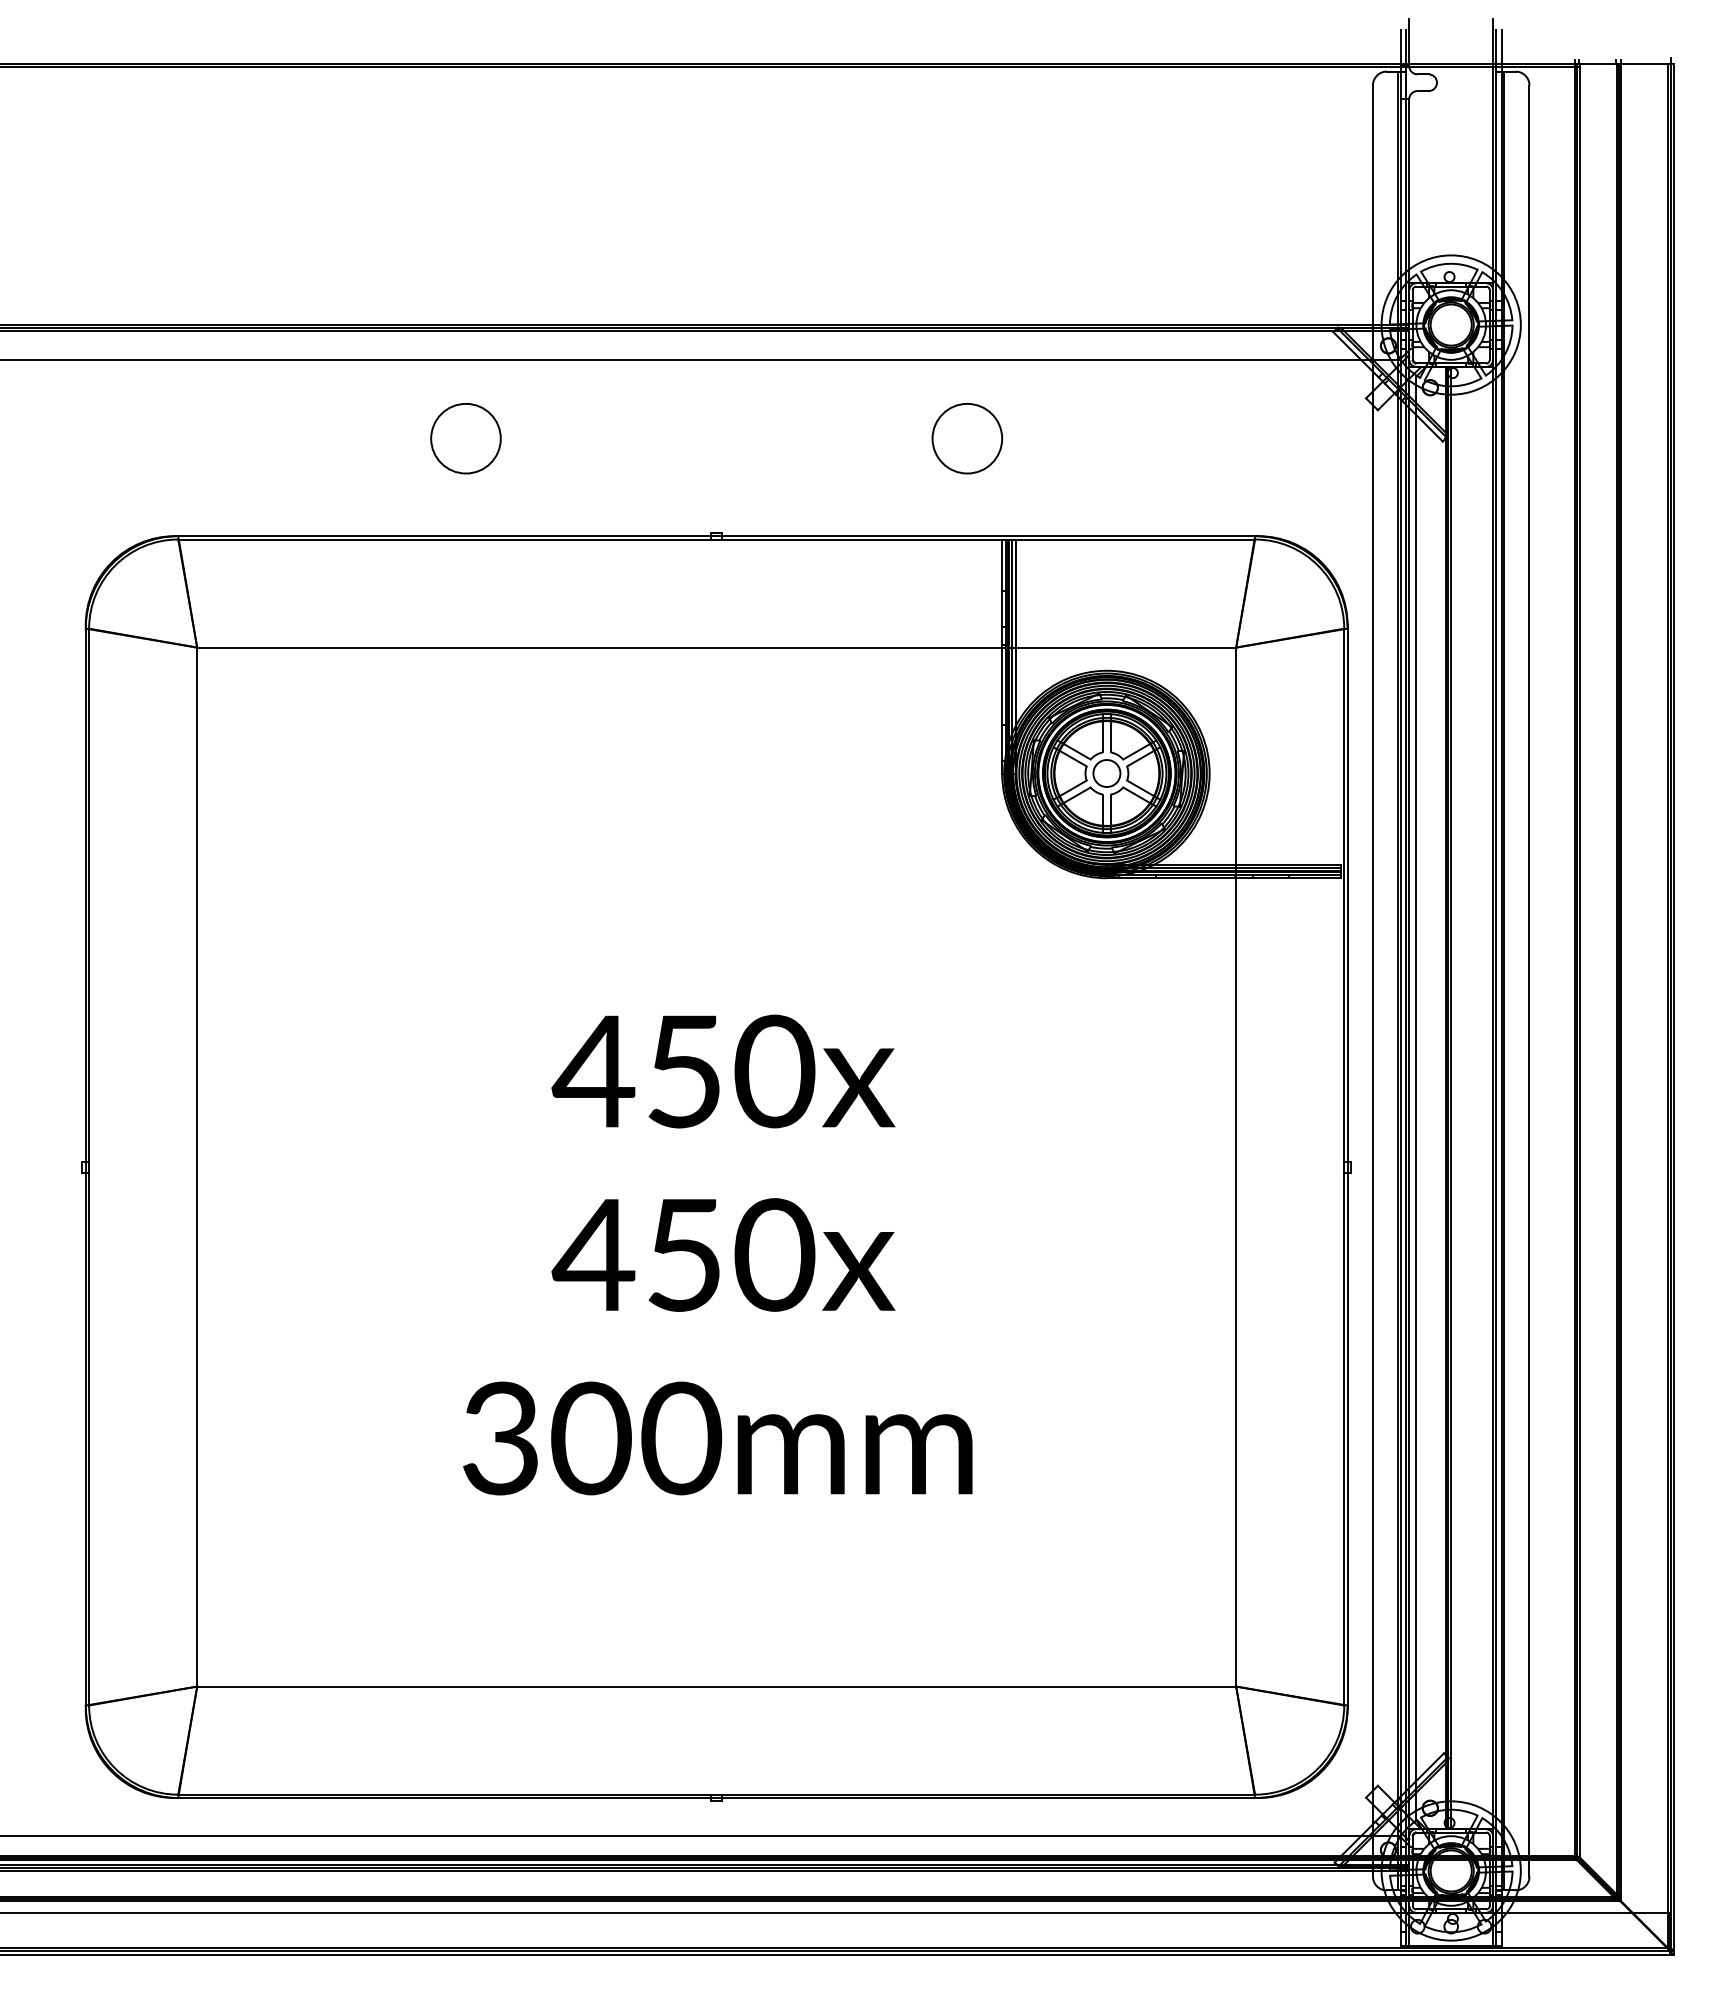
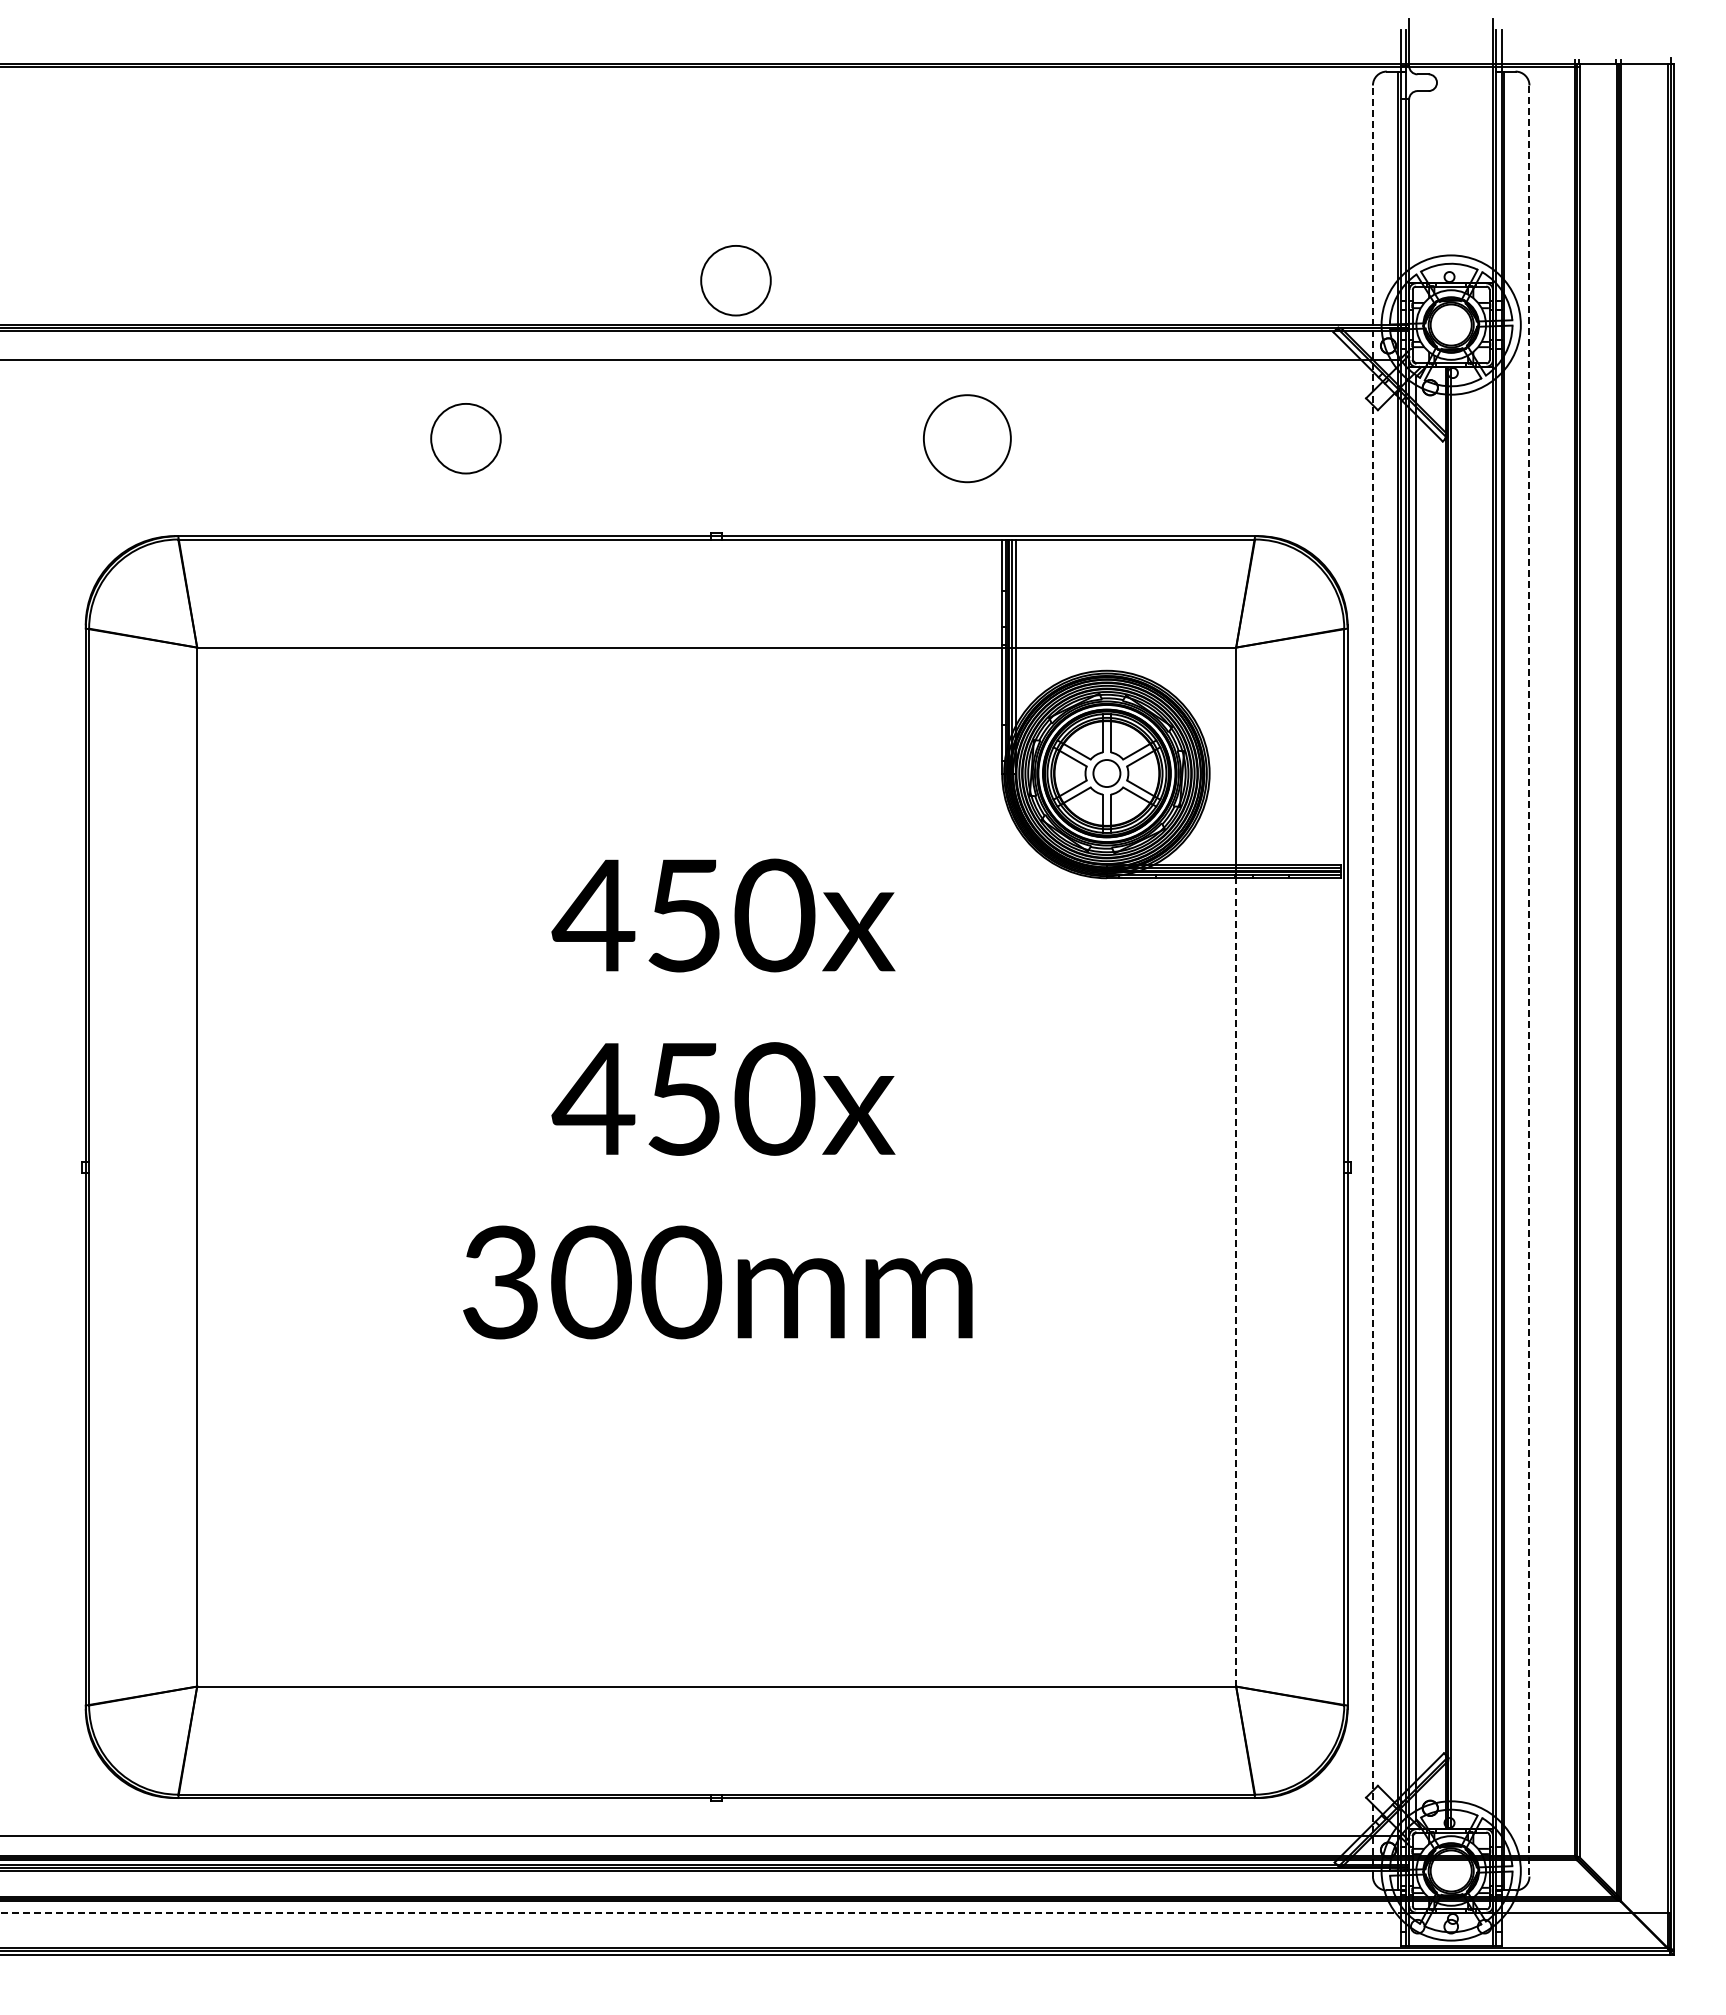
circle at (735, 280): none -> present
circle at (967, 438) diameter: 70 px -> 87 px
line at (1372, 981): solid -> dashed
line at (1529, 981): solid -> dashed
text at (717, 1254) position: (717, 1254) -> (717, 1098)
line at (1236, 1281): solid -> dashed
line at (708, 1912): solid -> dashed
